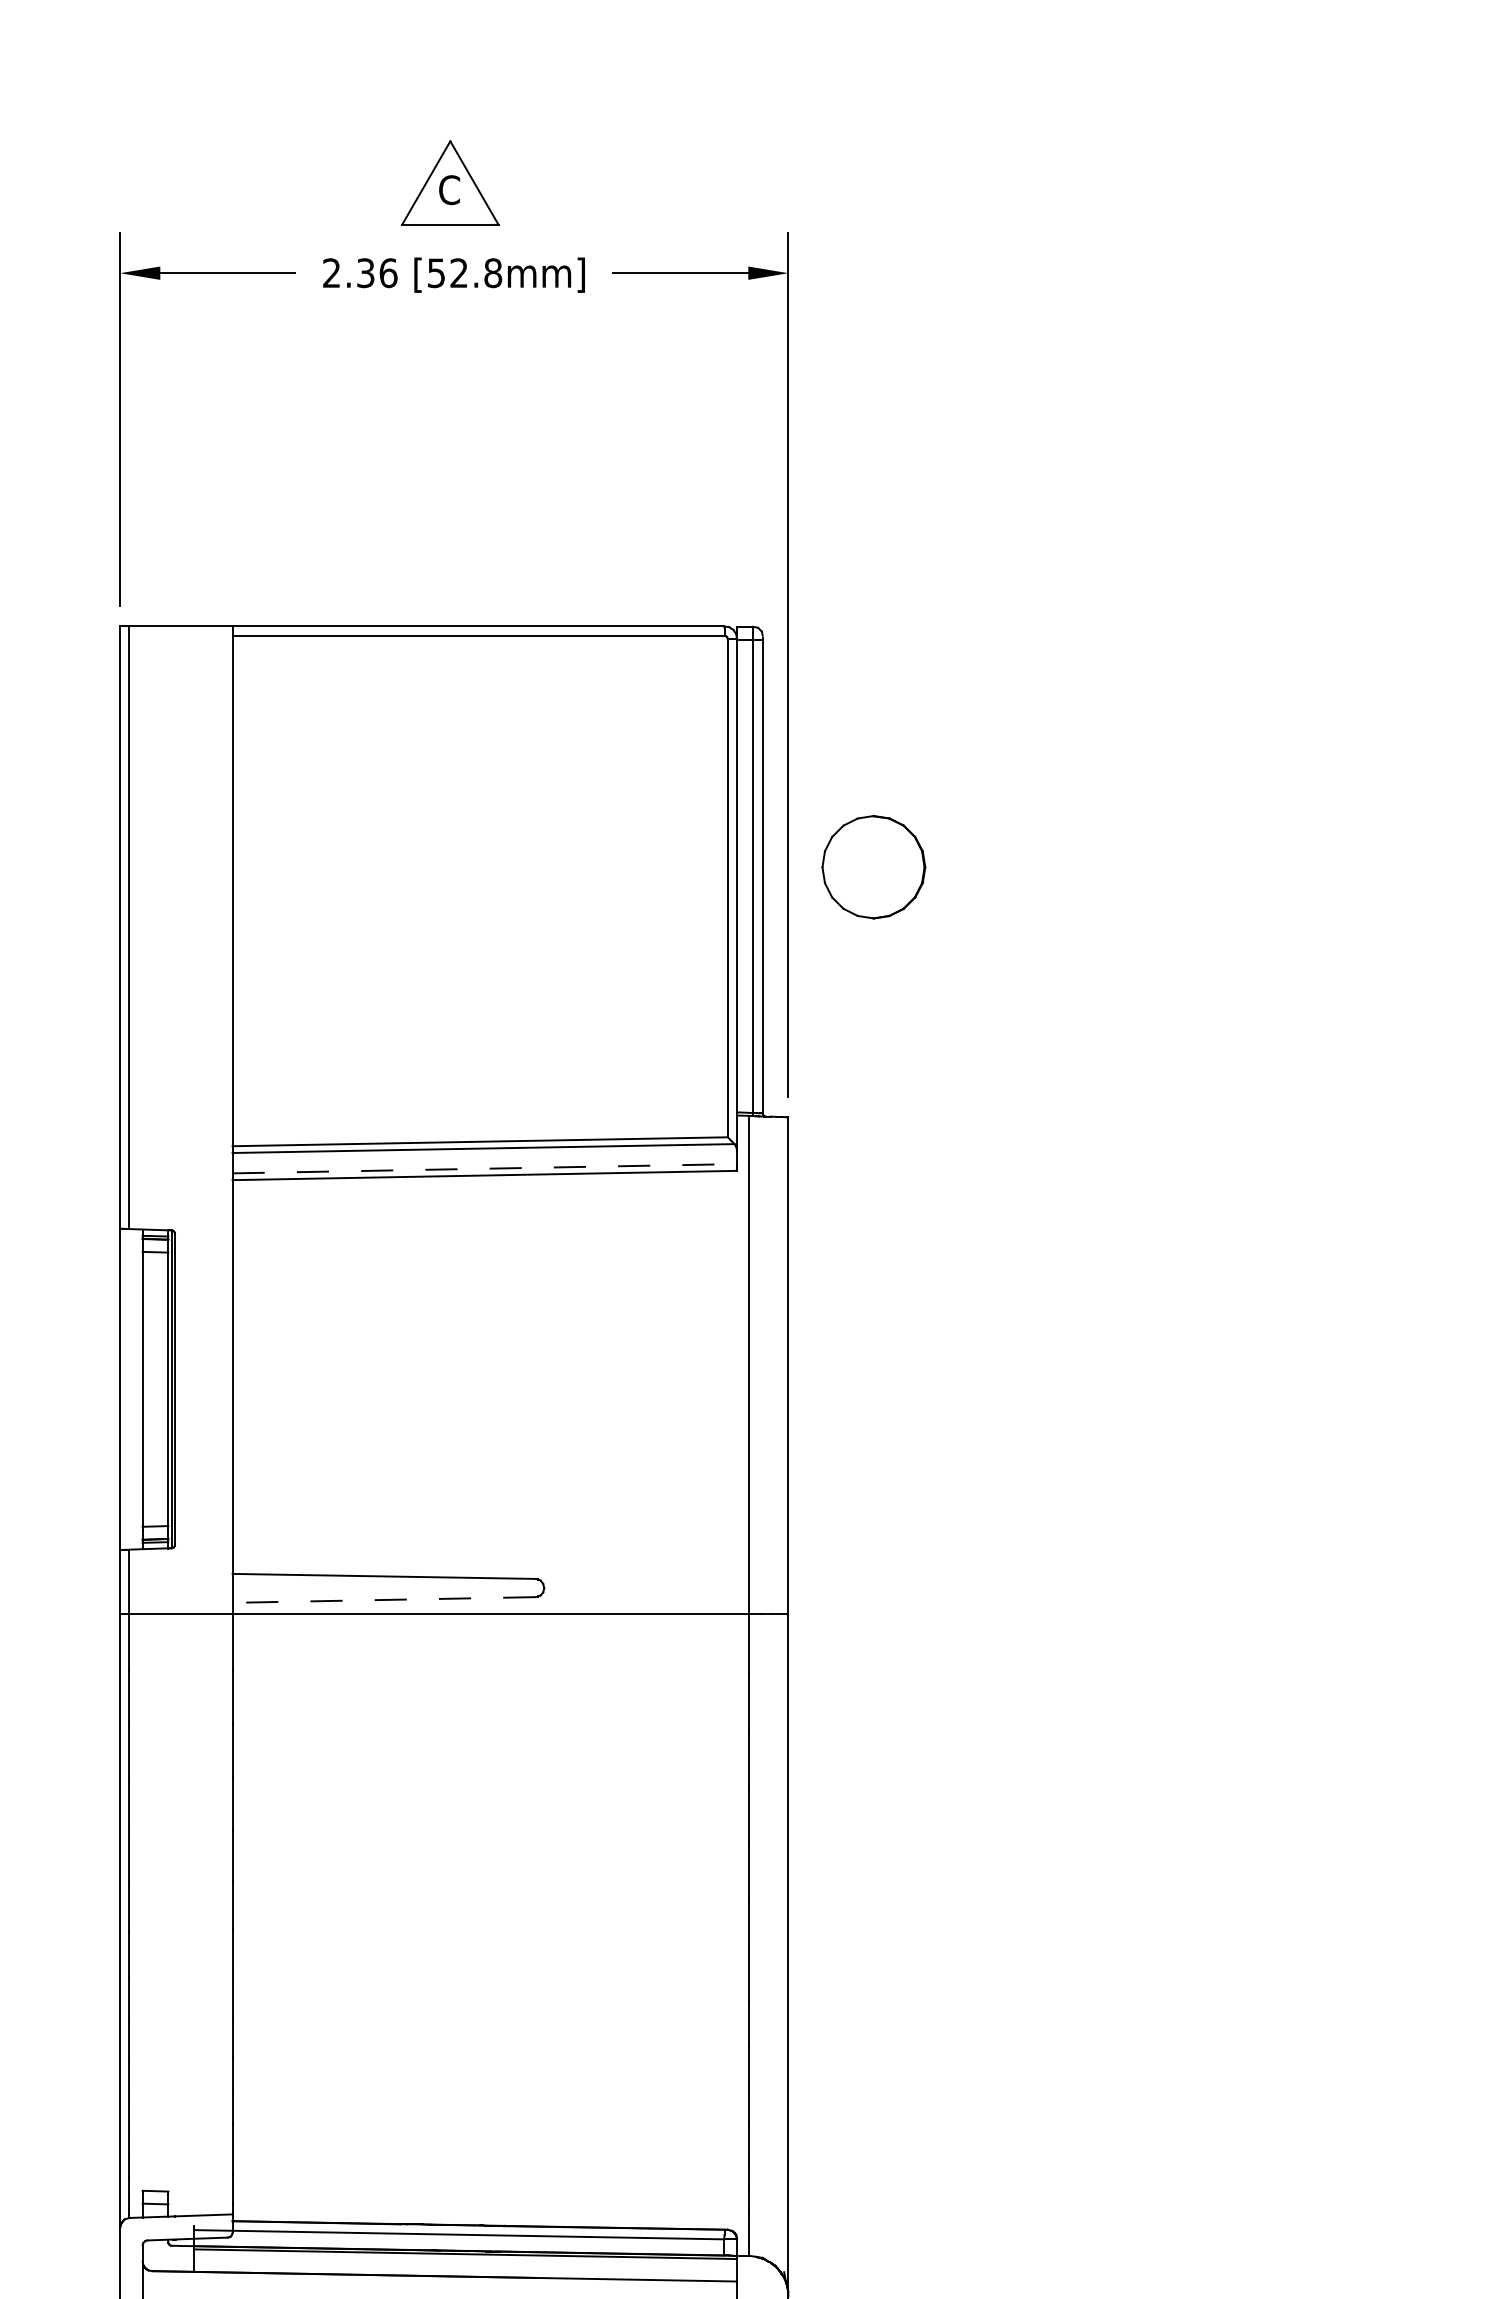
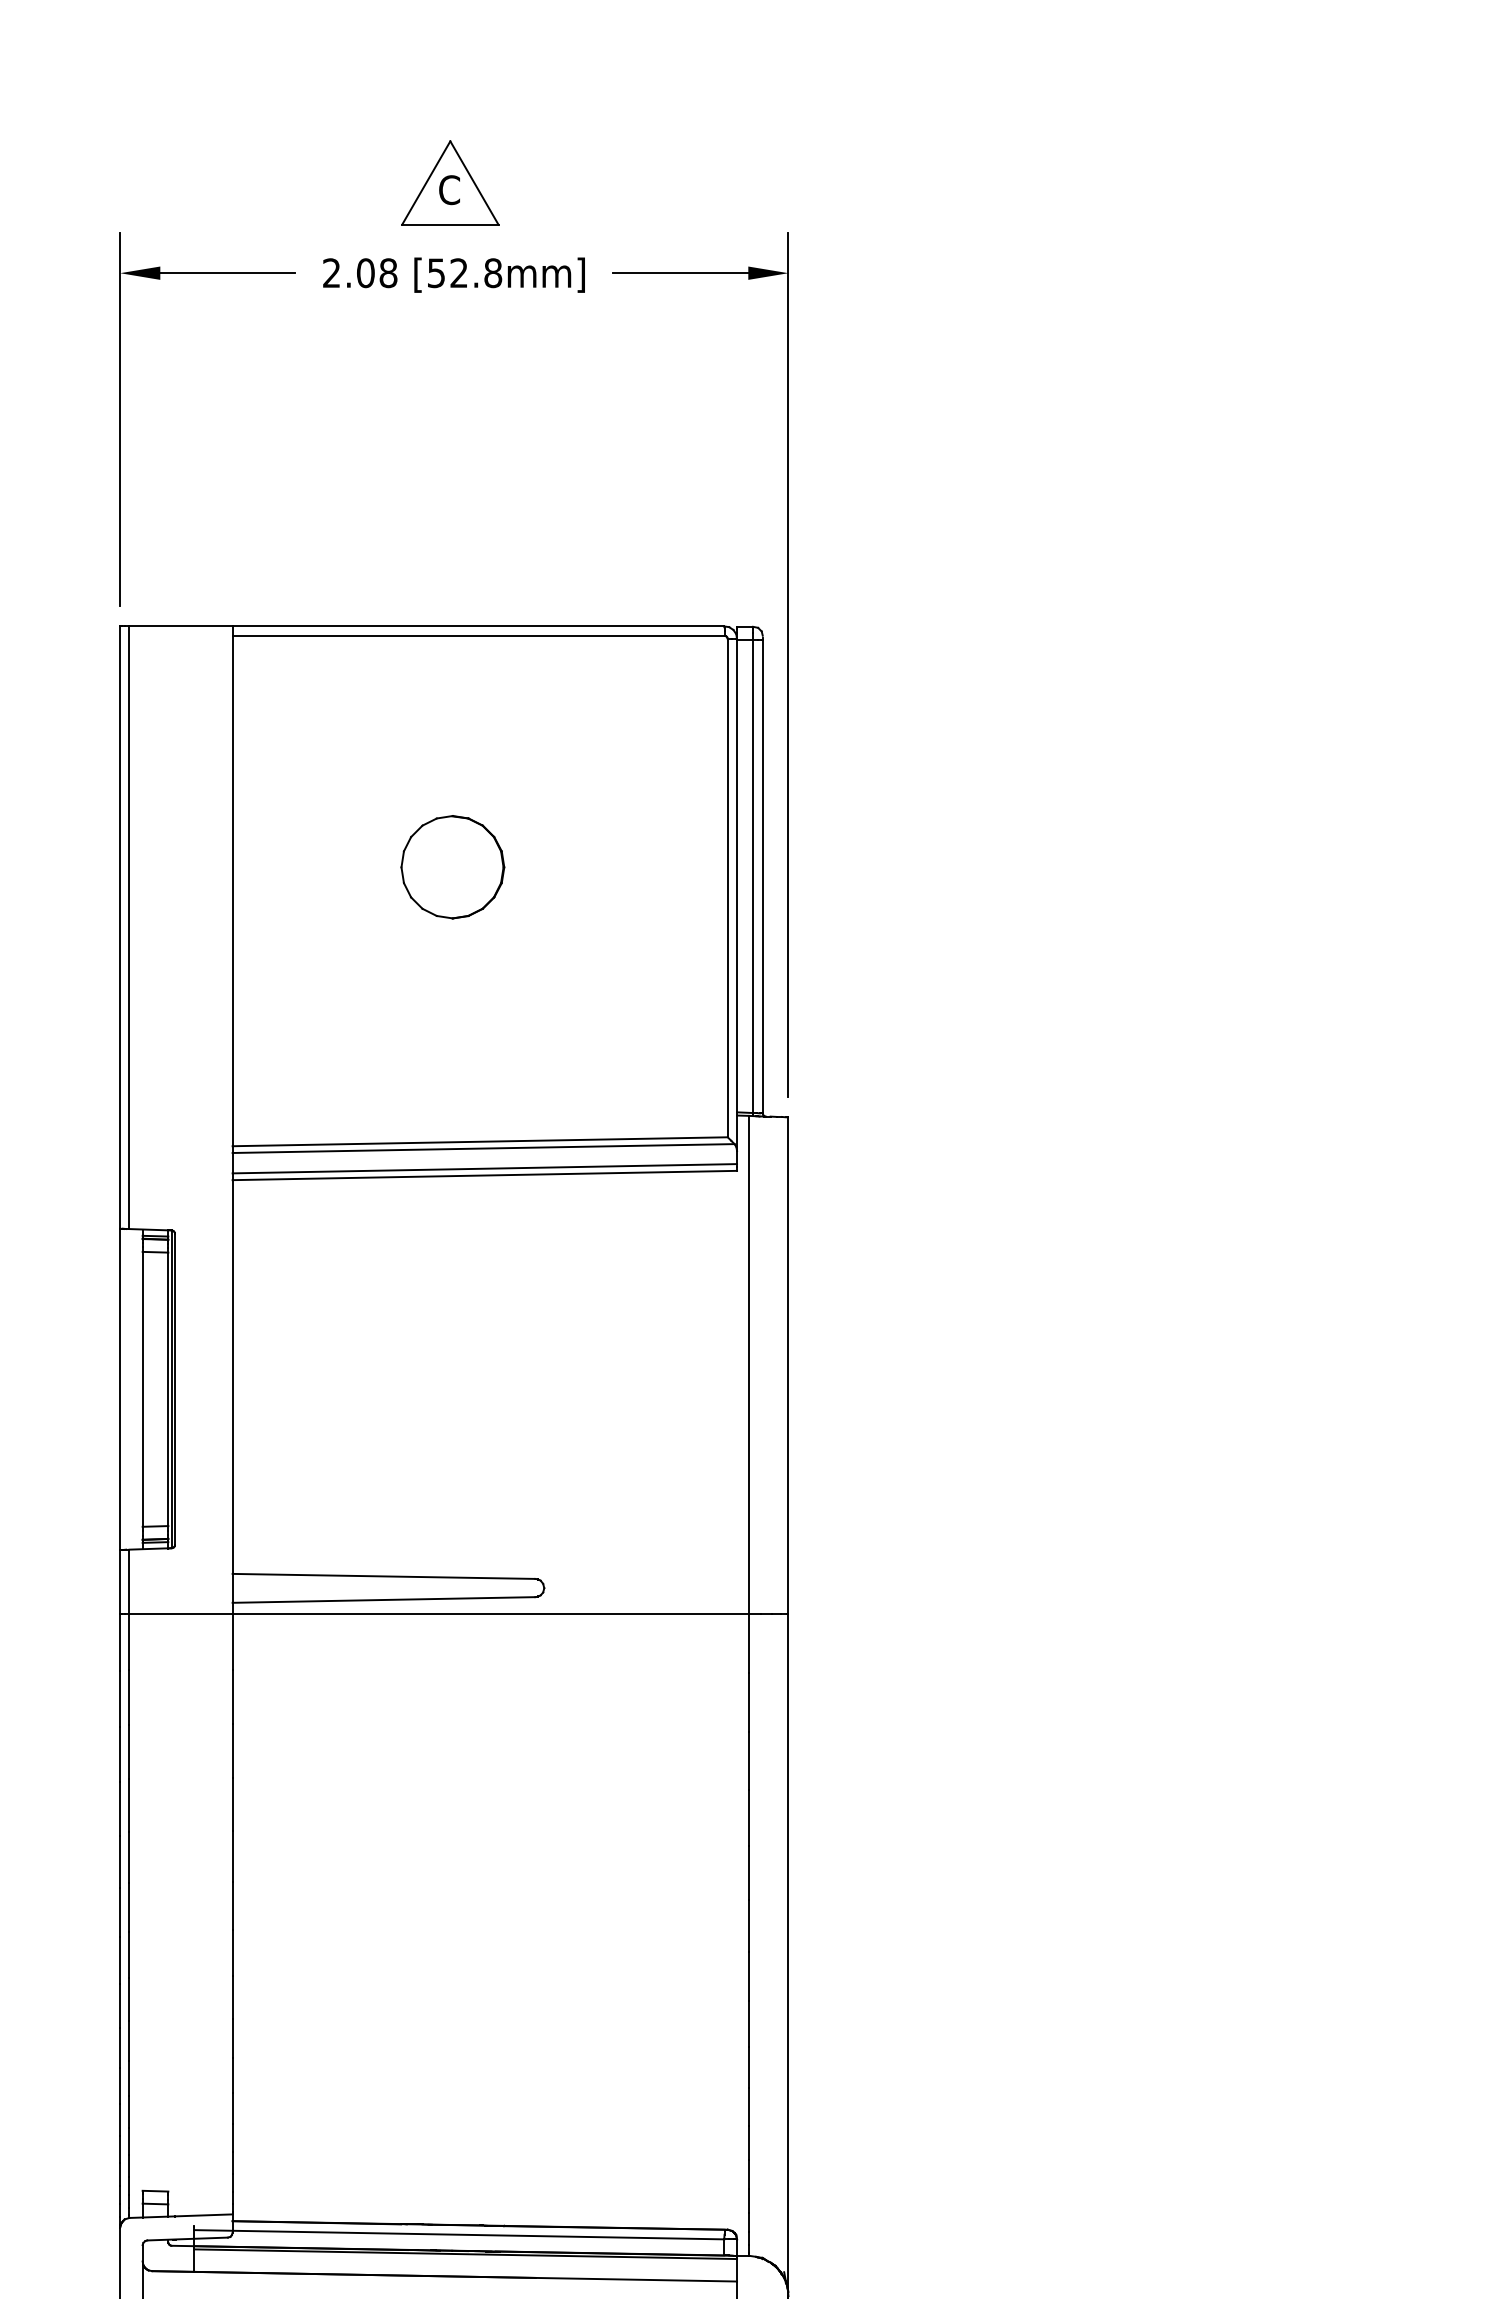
text at (377, 273): 2.36 -> 2.08
part at (873, 867) position: (873, 867) -> (452, 867)
line at (485, 1168): dashed -> solid
line at (383, 1600): dashed -> solid
